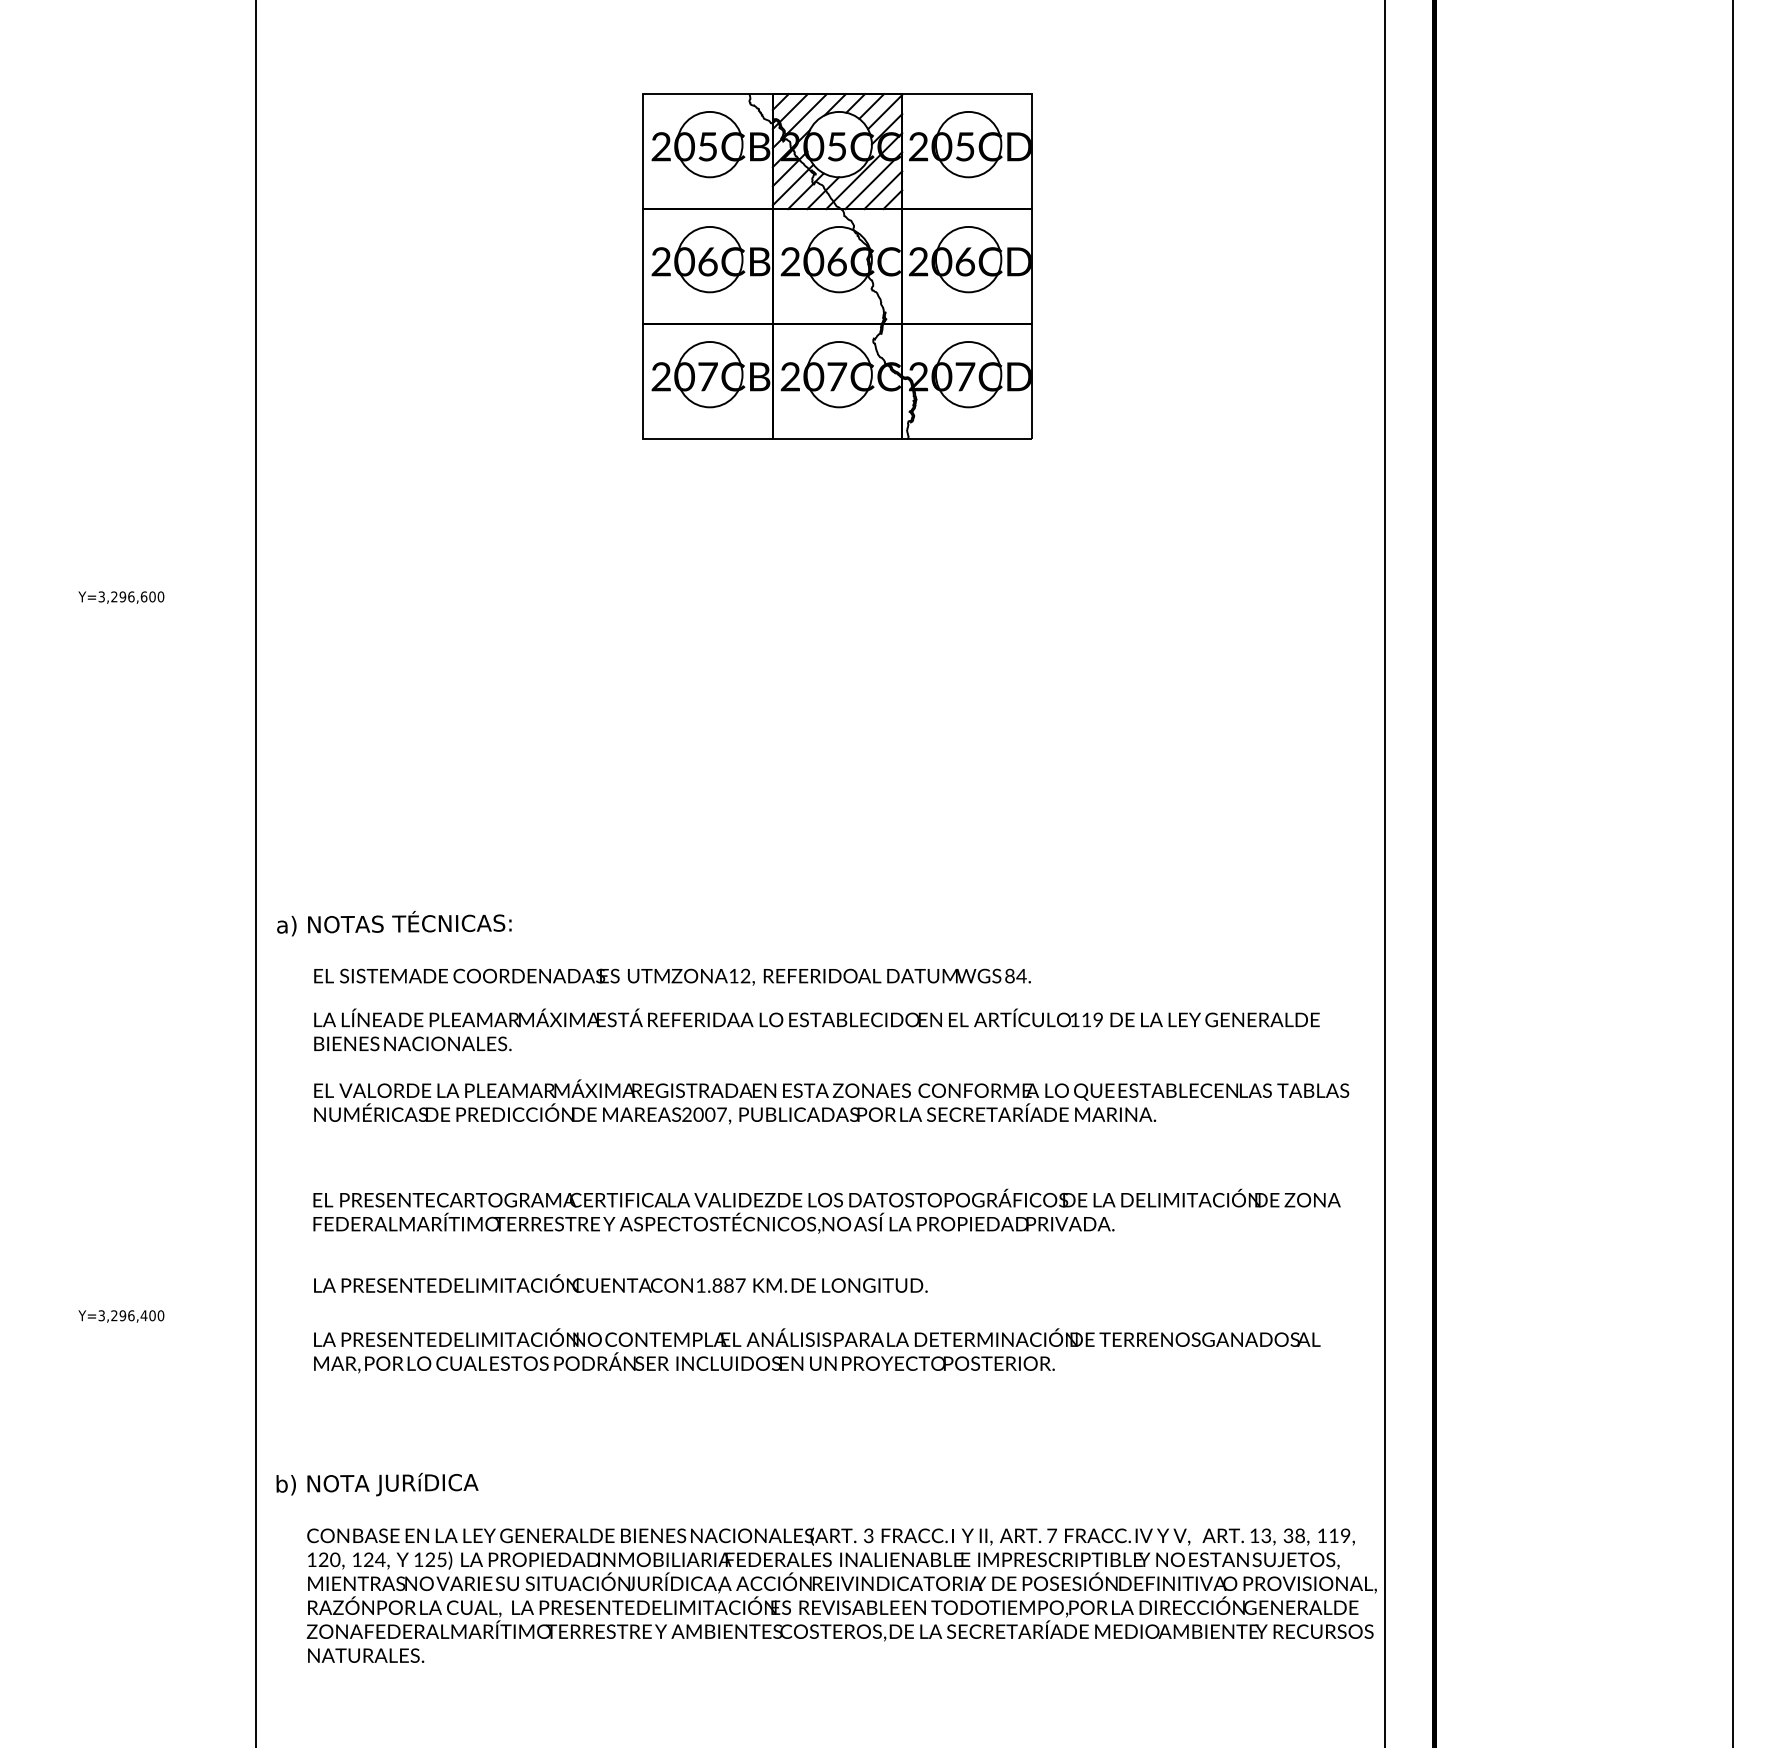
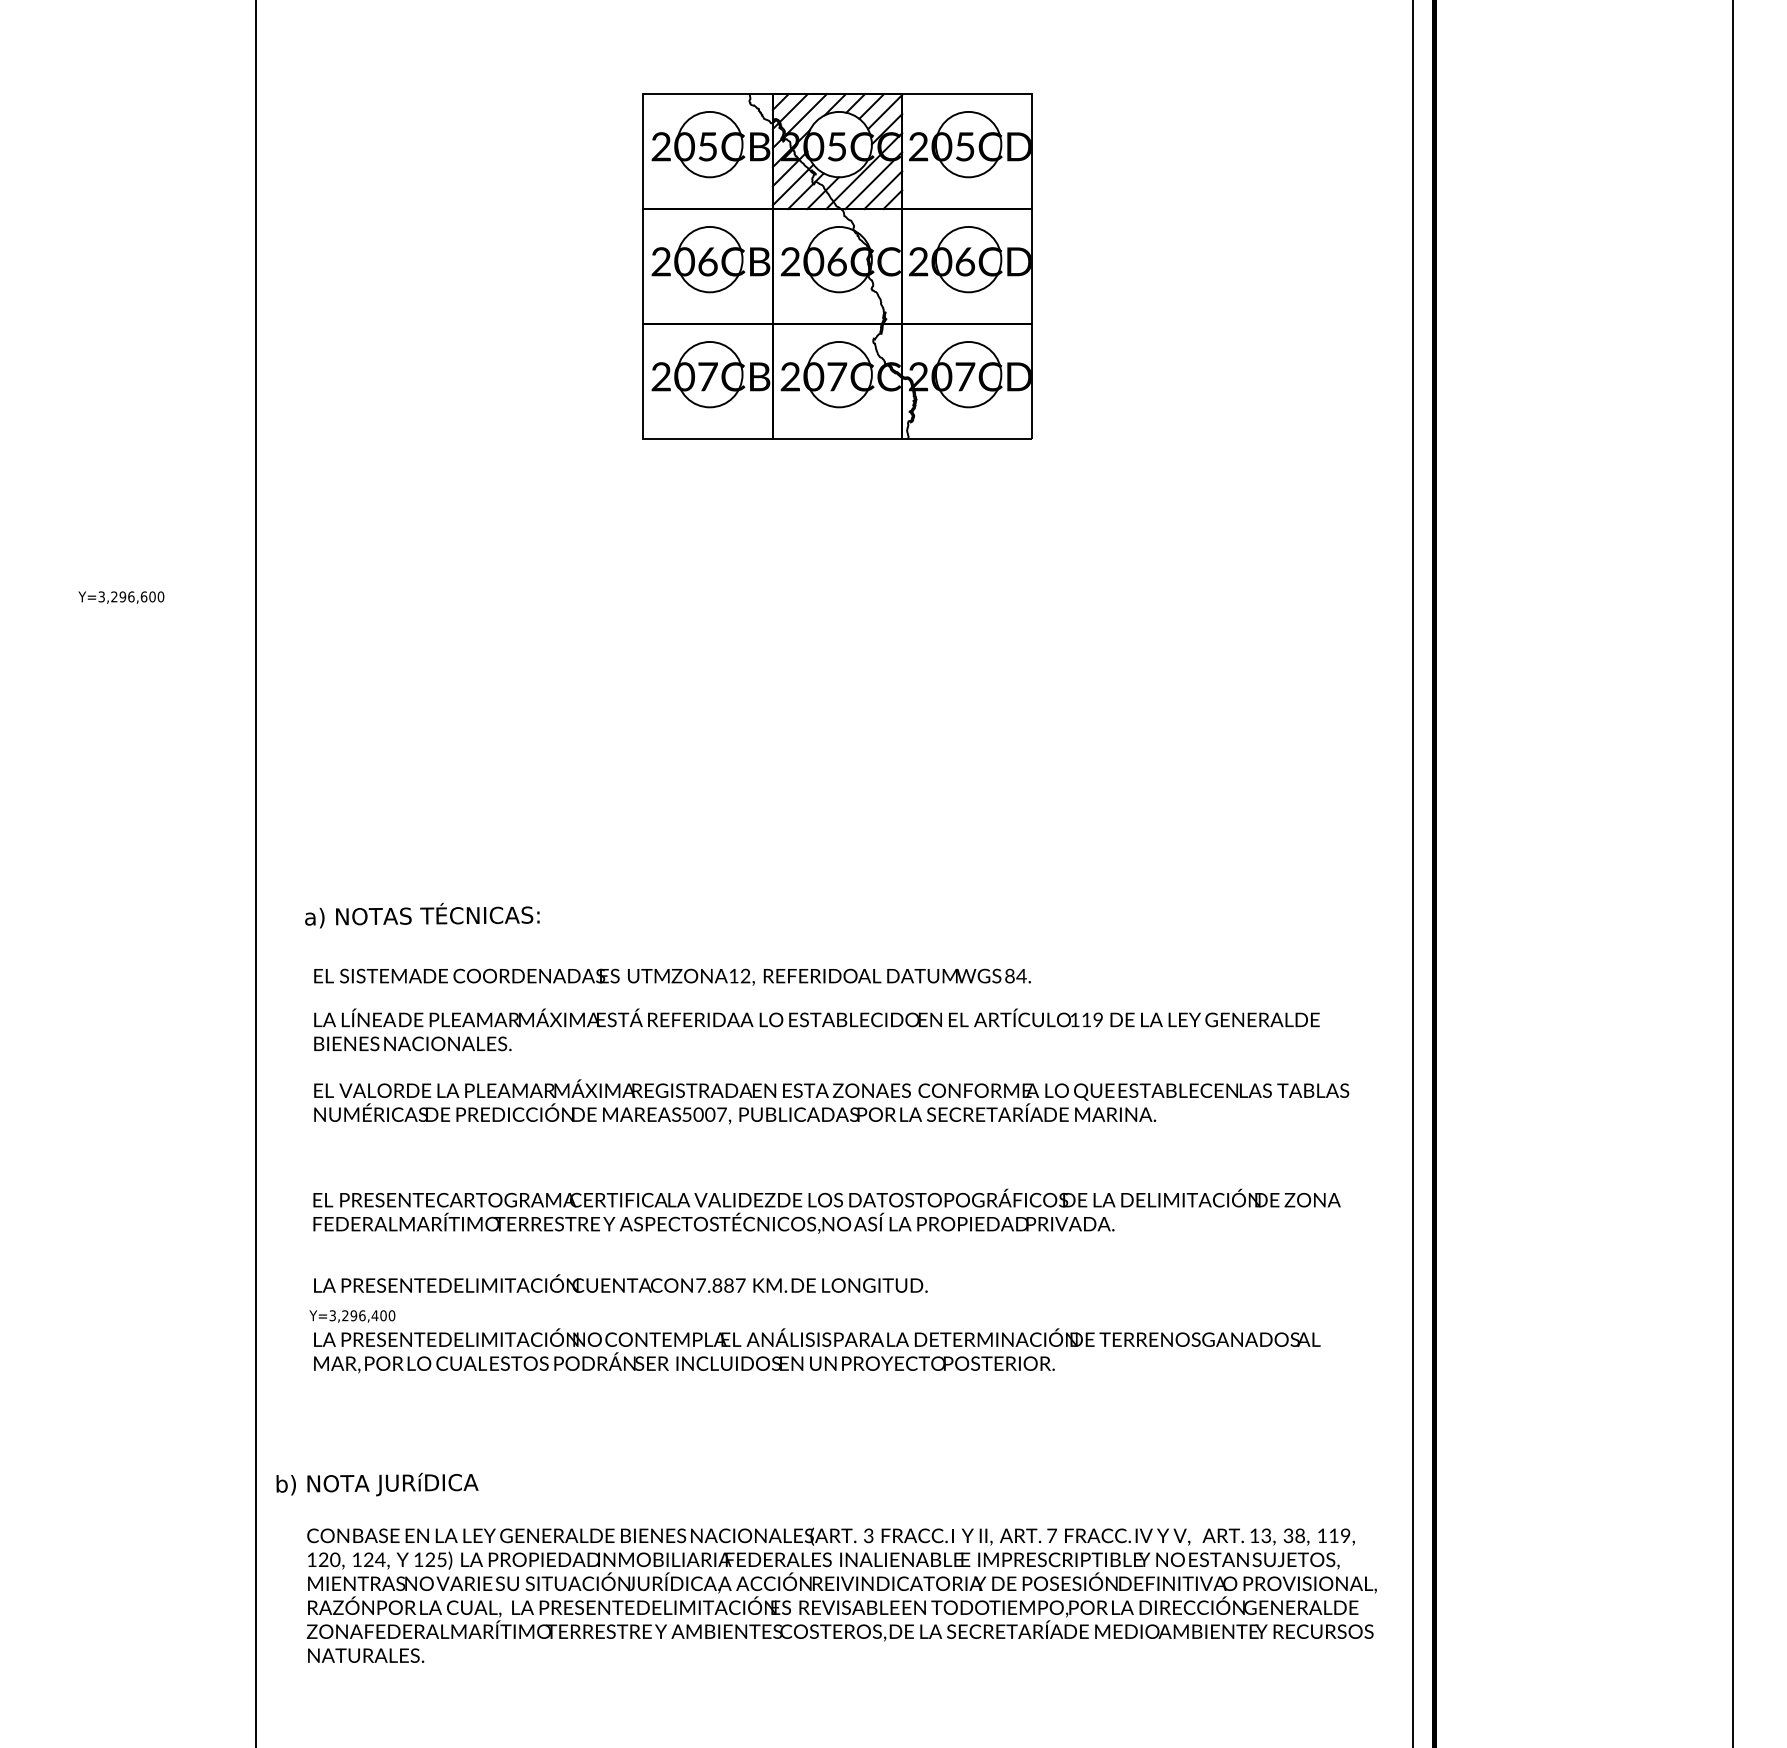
line at (1385, 873) position: (1385, 873) -> (1413, 873)
text at (394, 923) position: (394, 923) -> (422, 915)
text at (686, 1114): 2007, -> 5007,
text at (700, 1285): 1.887 -> 7.887
text at (121, 1316) position: (121, 1316) -> (352, 1316)
